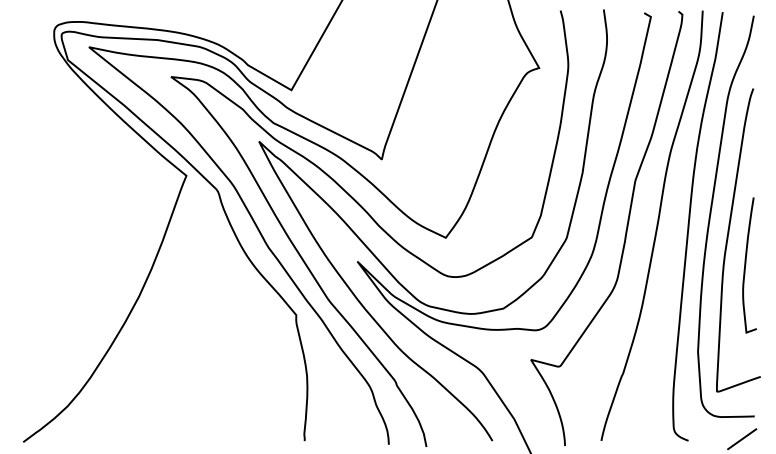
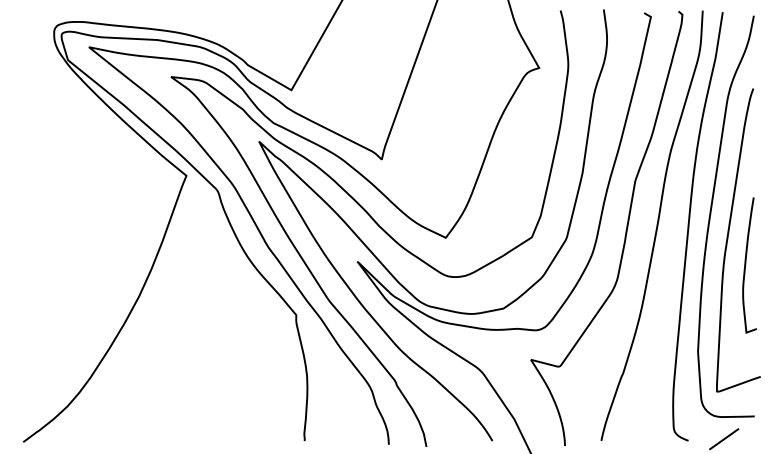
line at (742, 439) position: (742, 439) -> (724, 439)
